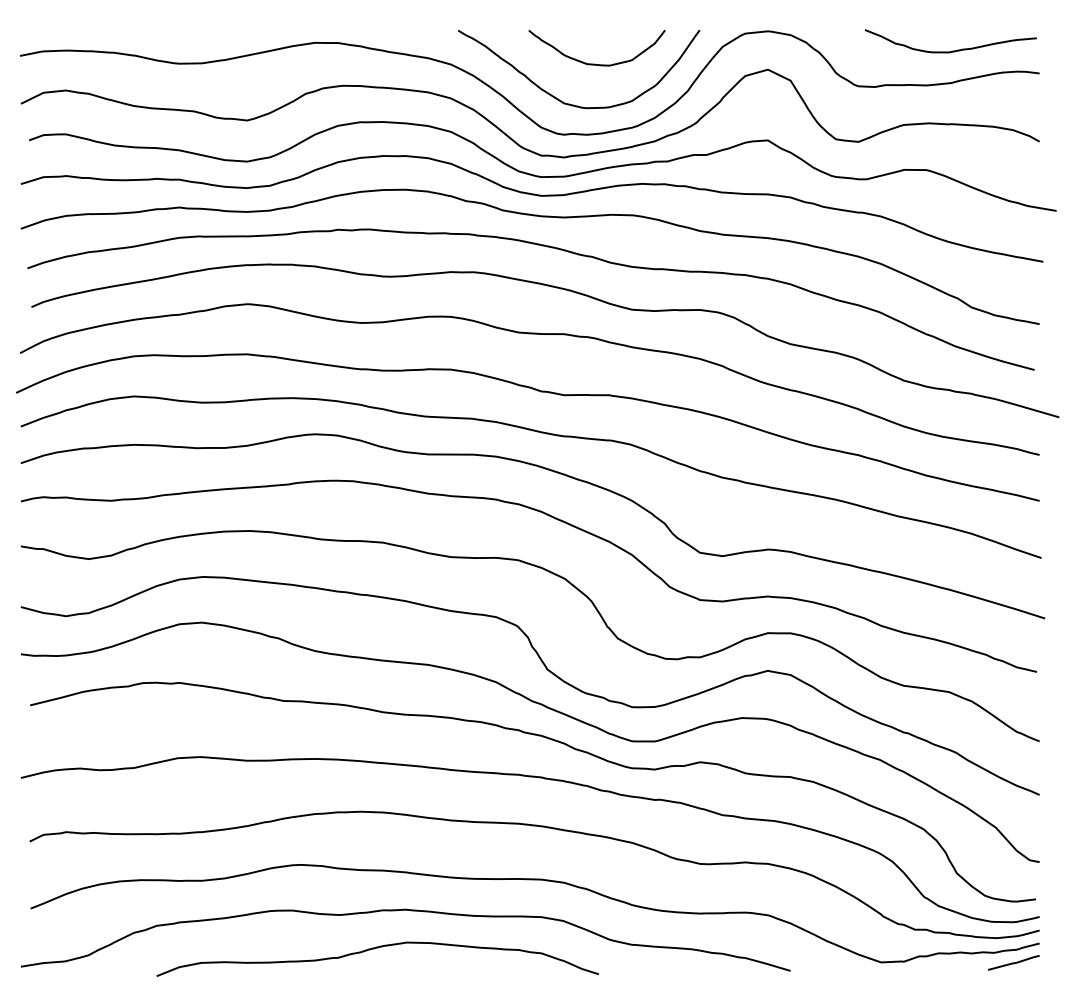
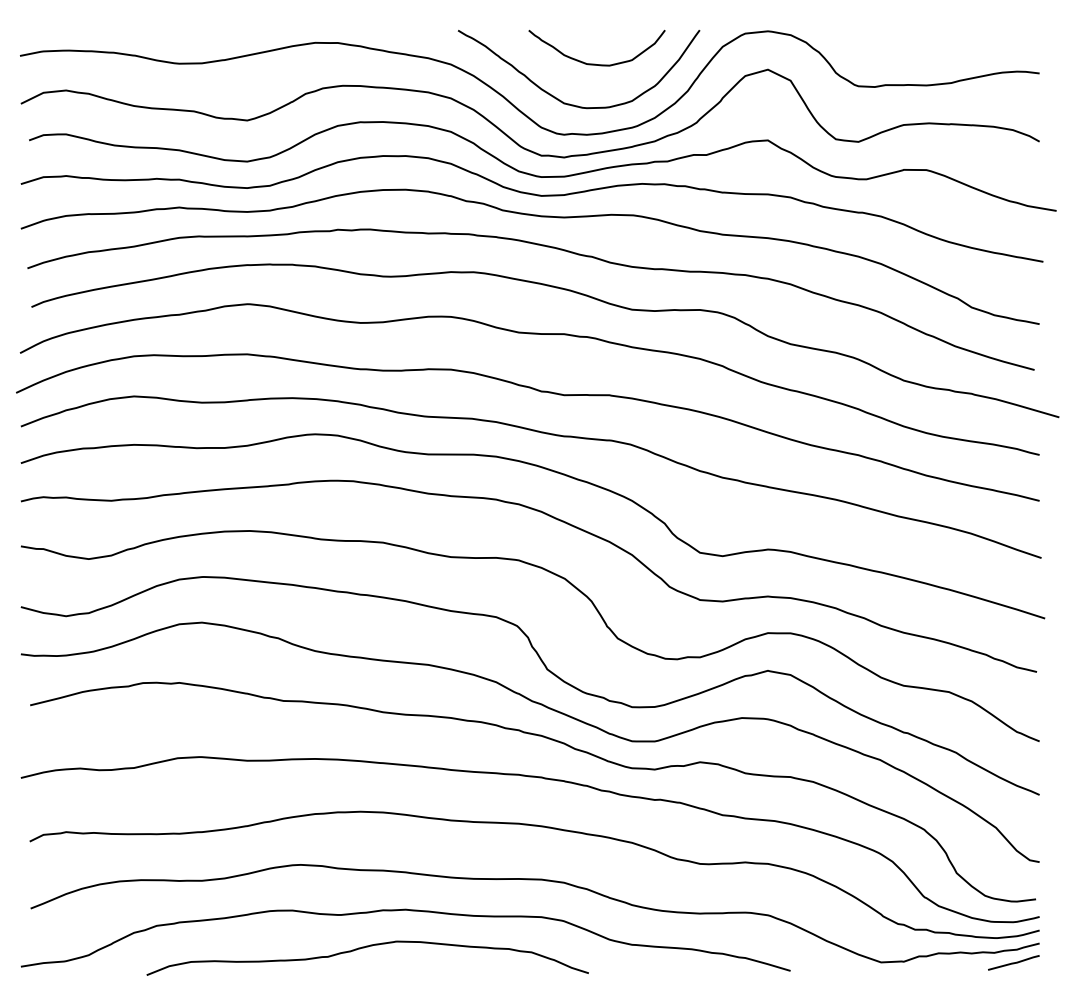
curve at (952, 50): present -> none
curve at (374, 949) position: (374, 949) -> (364, 948)
